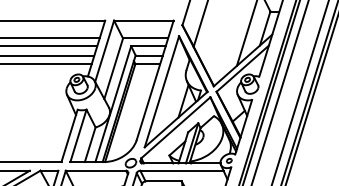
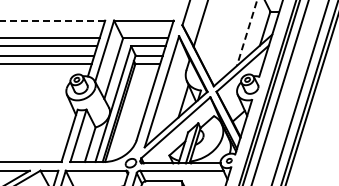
line at (52, 20): solid -> dashed
line at (246, 33): solid -> dashed
